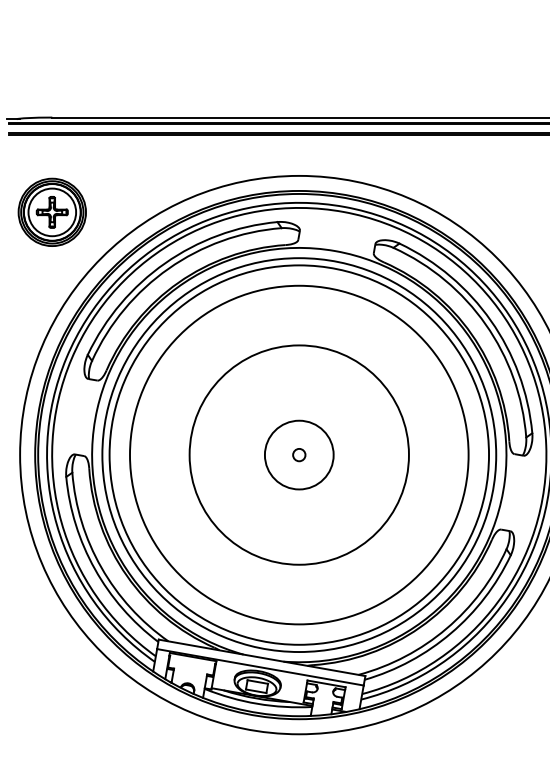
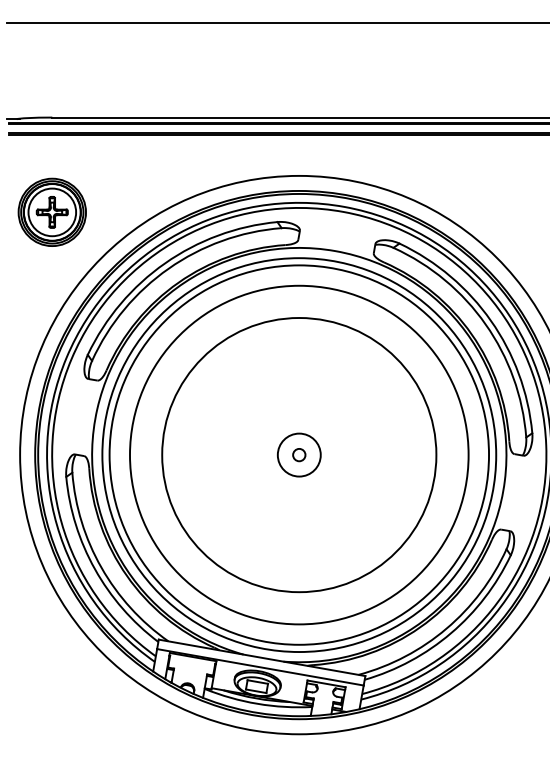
line at (276, 22): none -> present
circle at (298, 454) diameter: 219 px -> 274 px
circle at (298, 454) diameter: 69 px -> 43 px
